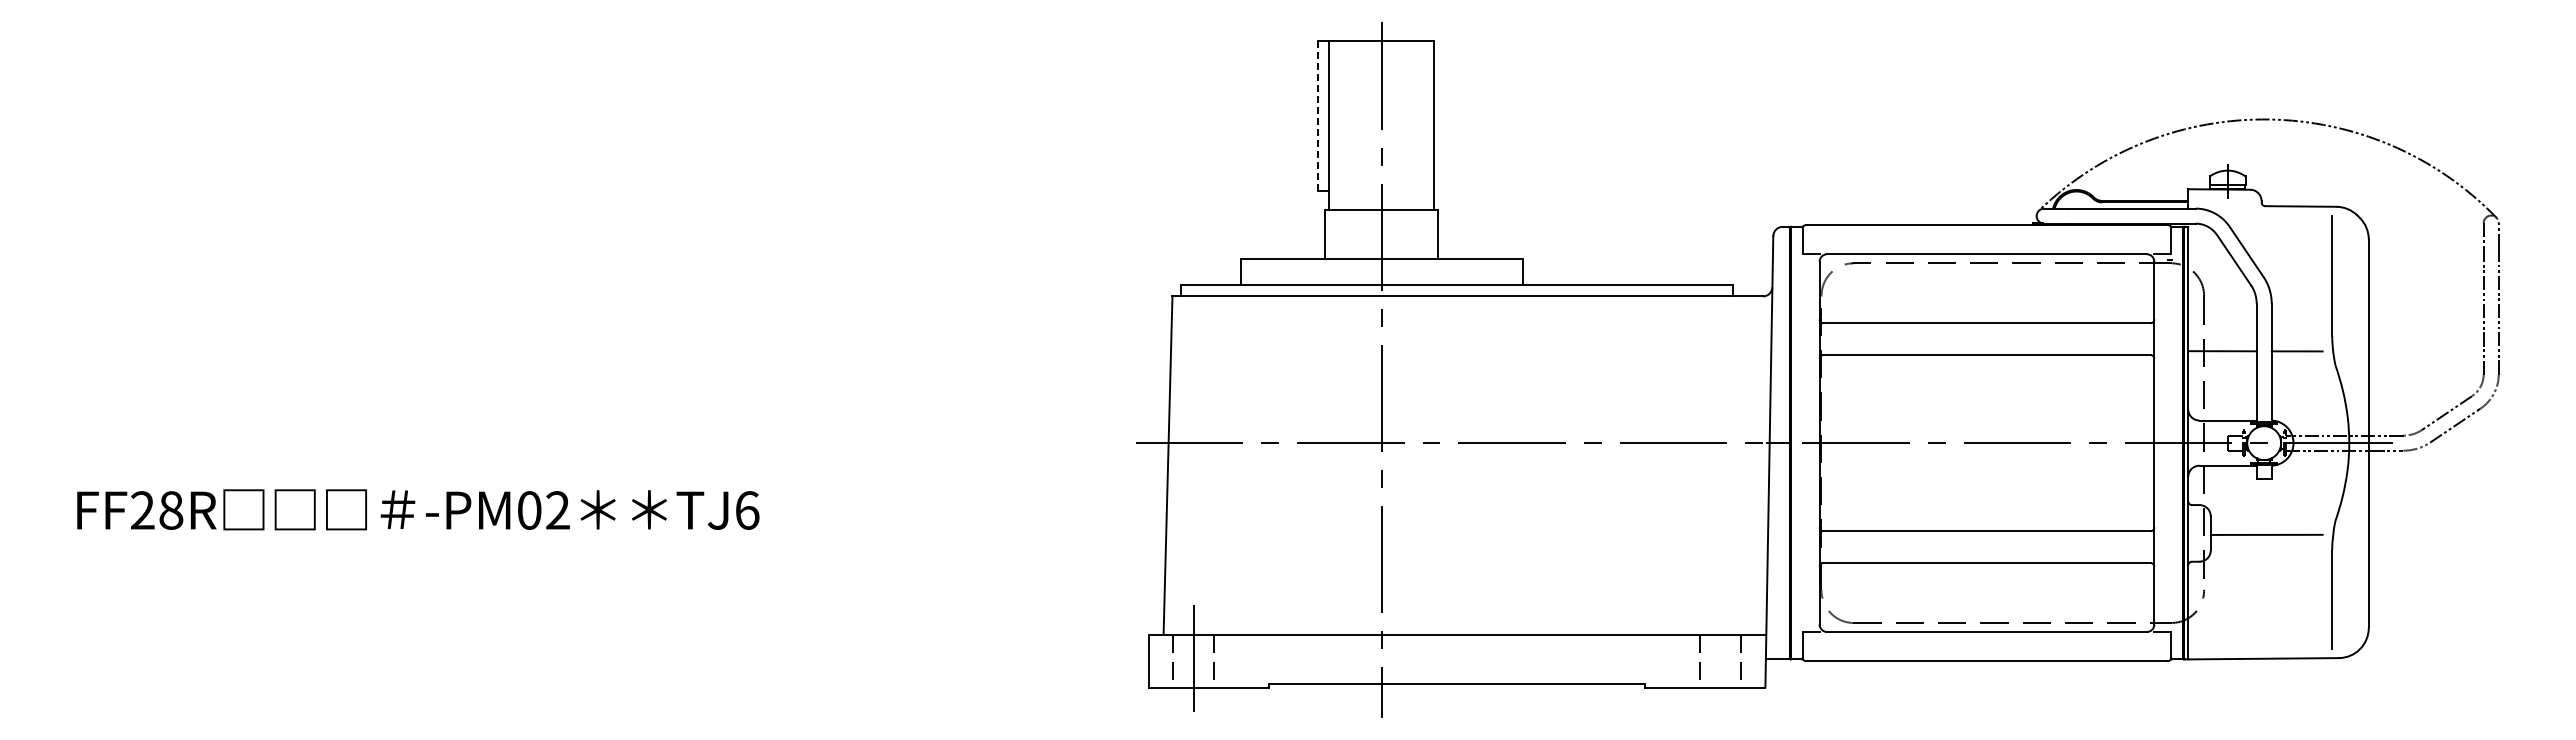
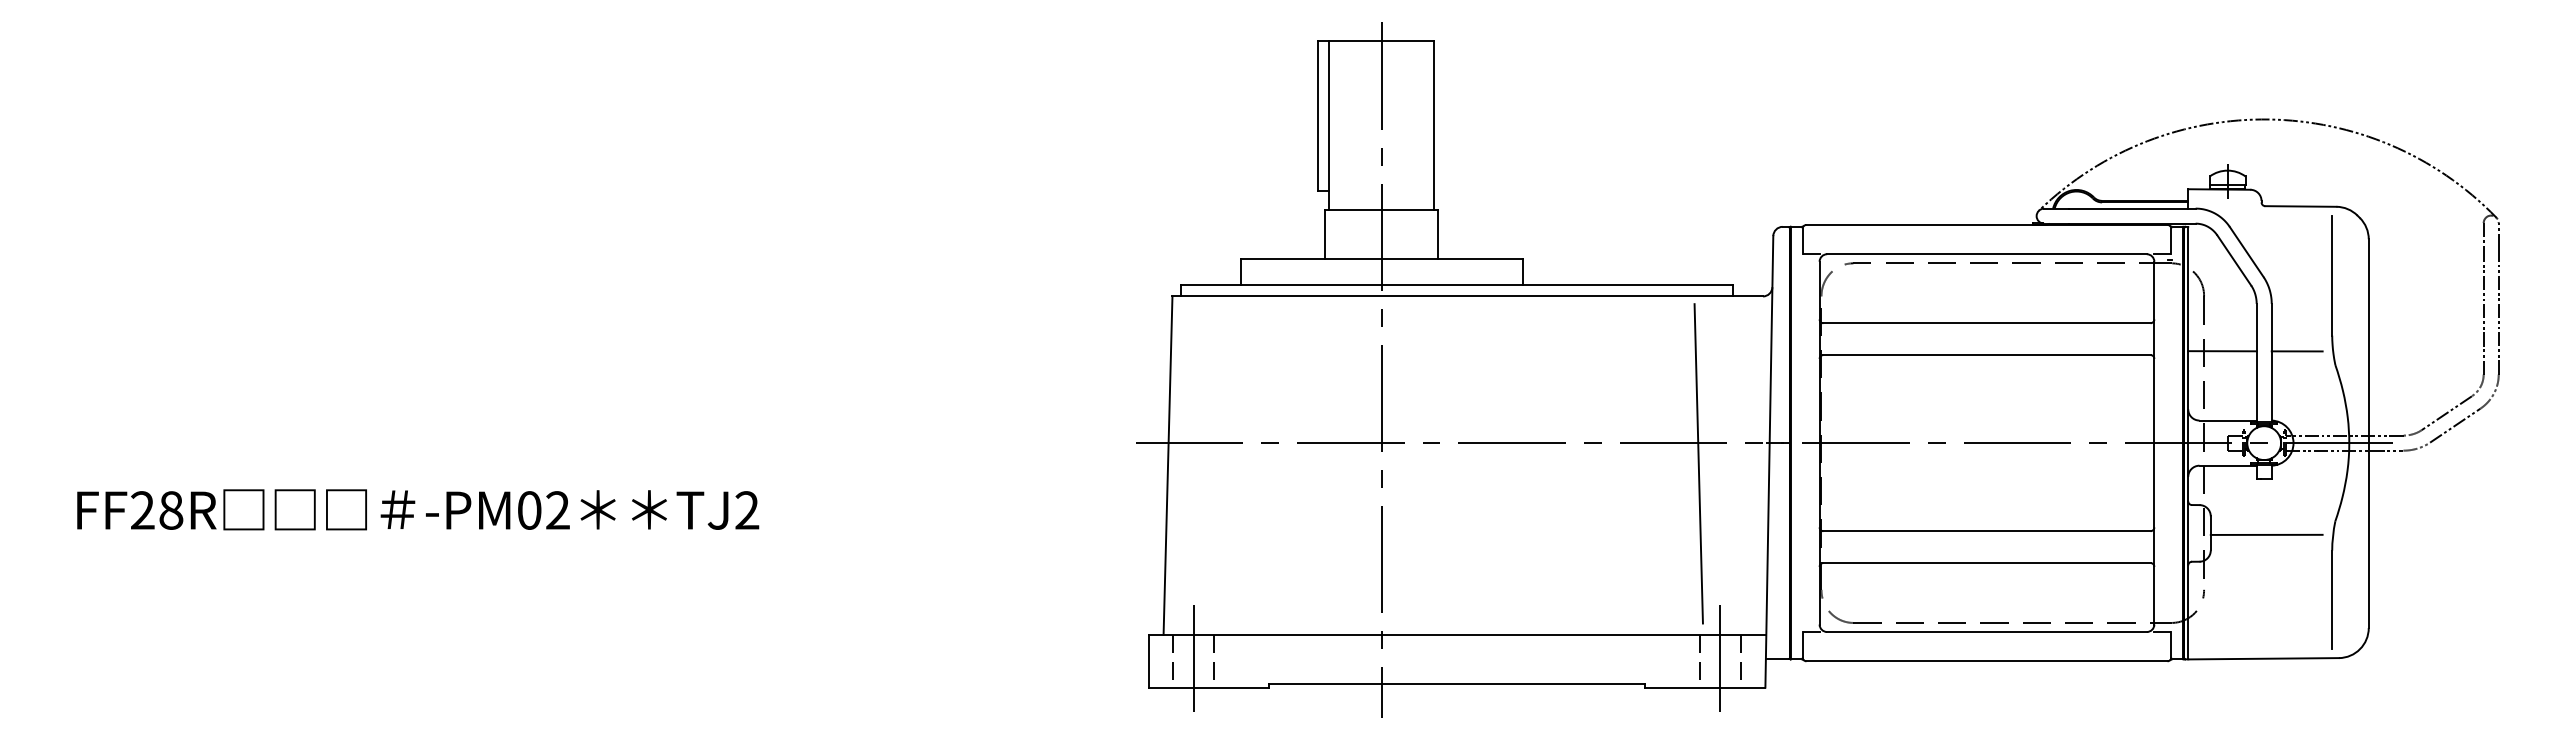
line at (1317, 116): dashed -> solid
line at (1698, 463): none -> present
text at (747, 510): TJ6 -> TJ2
line at (1720, 660): none -> present
